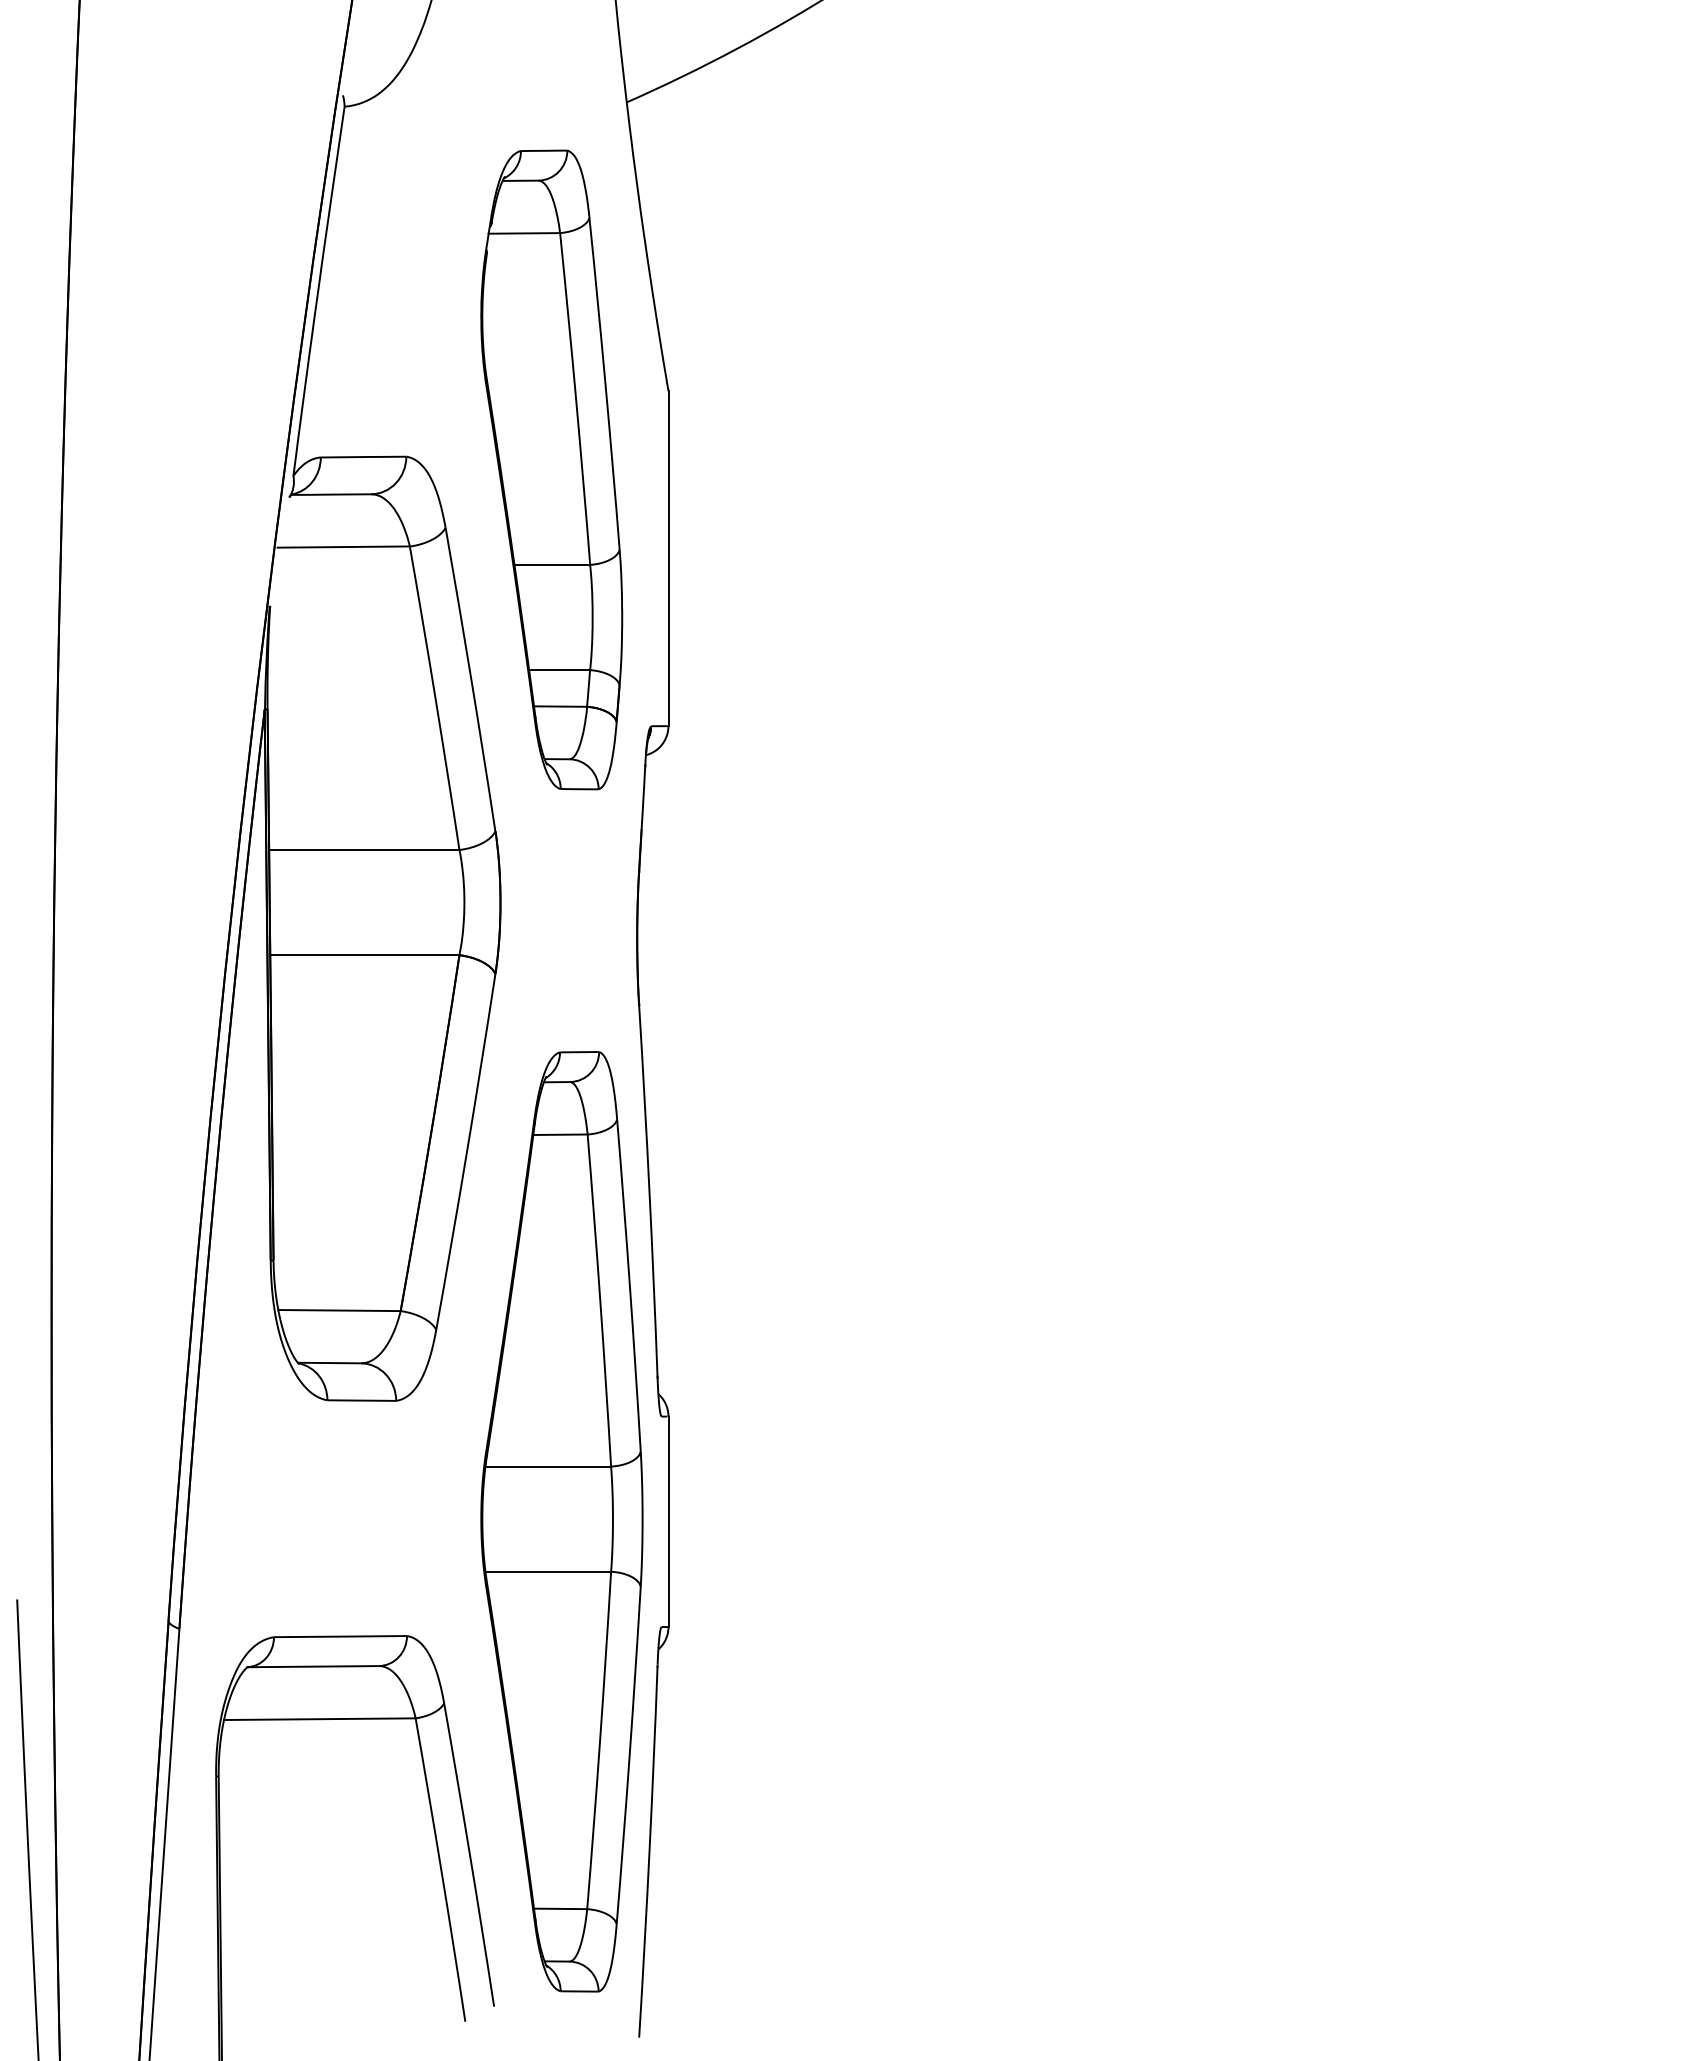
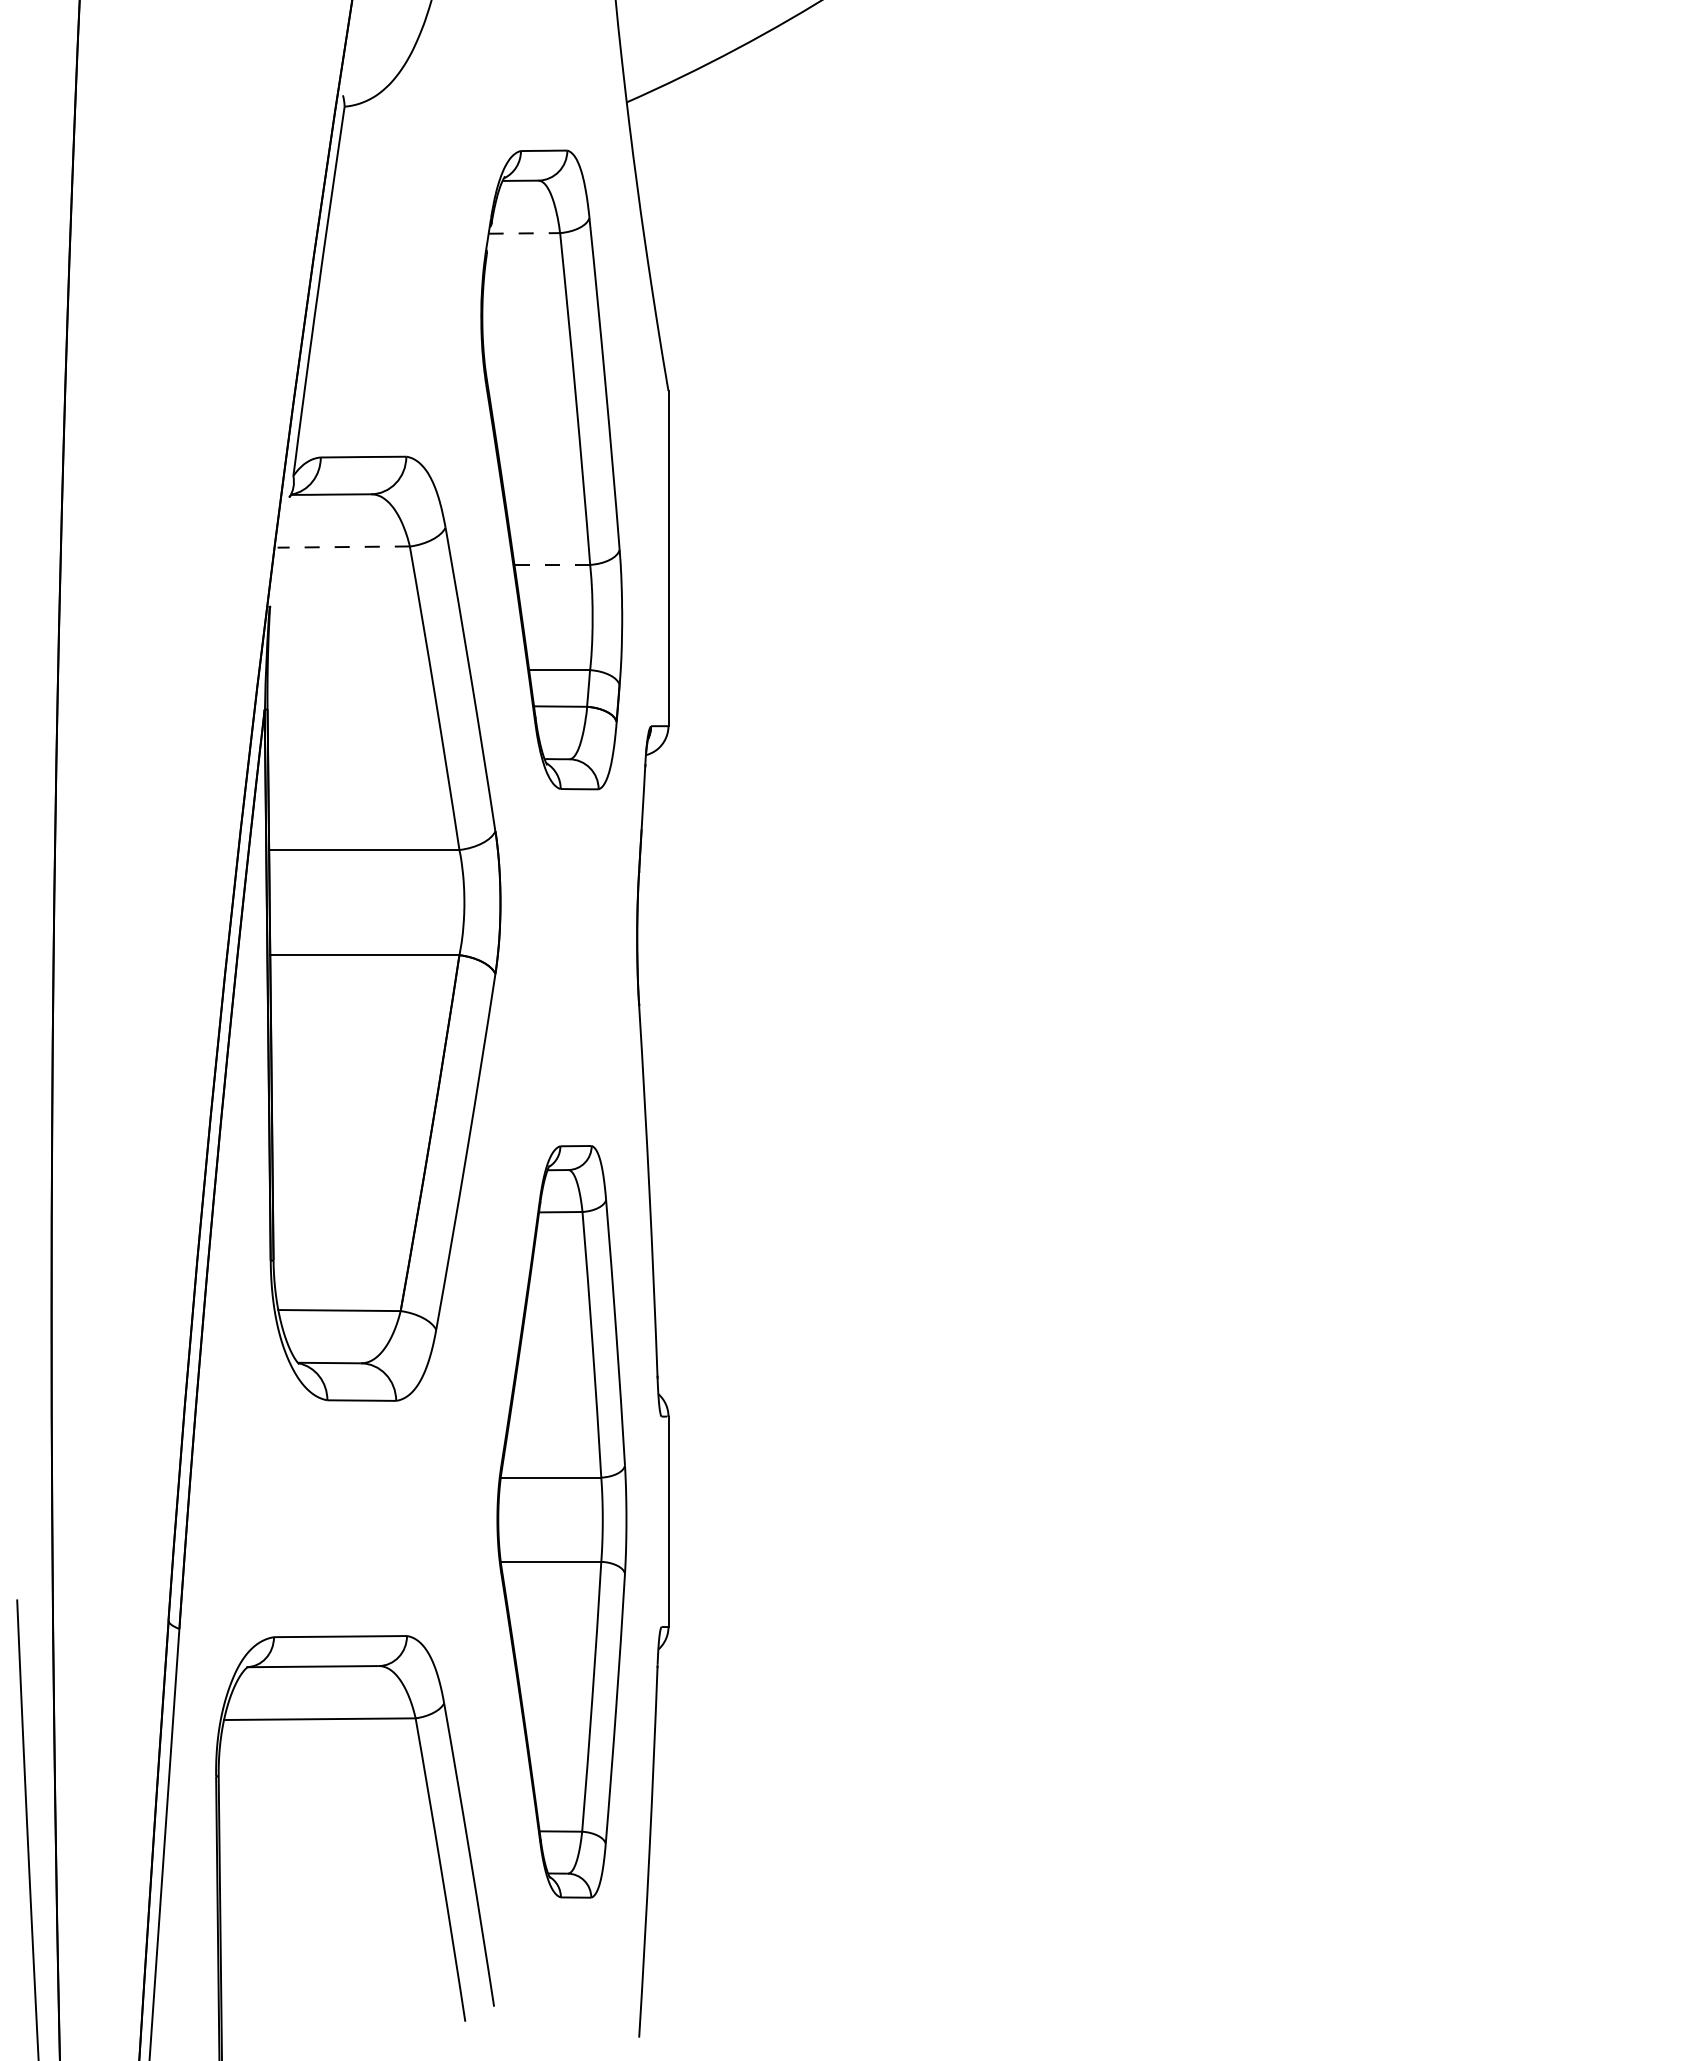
line at (524, 233): solid -> dashed
line at (343, 547): solid -> dashed
line at (552, 564): solid -> dashed
part at (561, 1521) size: 164x942 px -> 132x754 px
